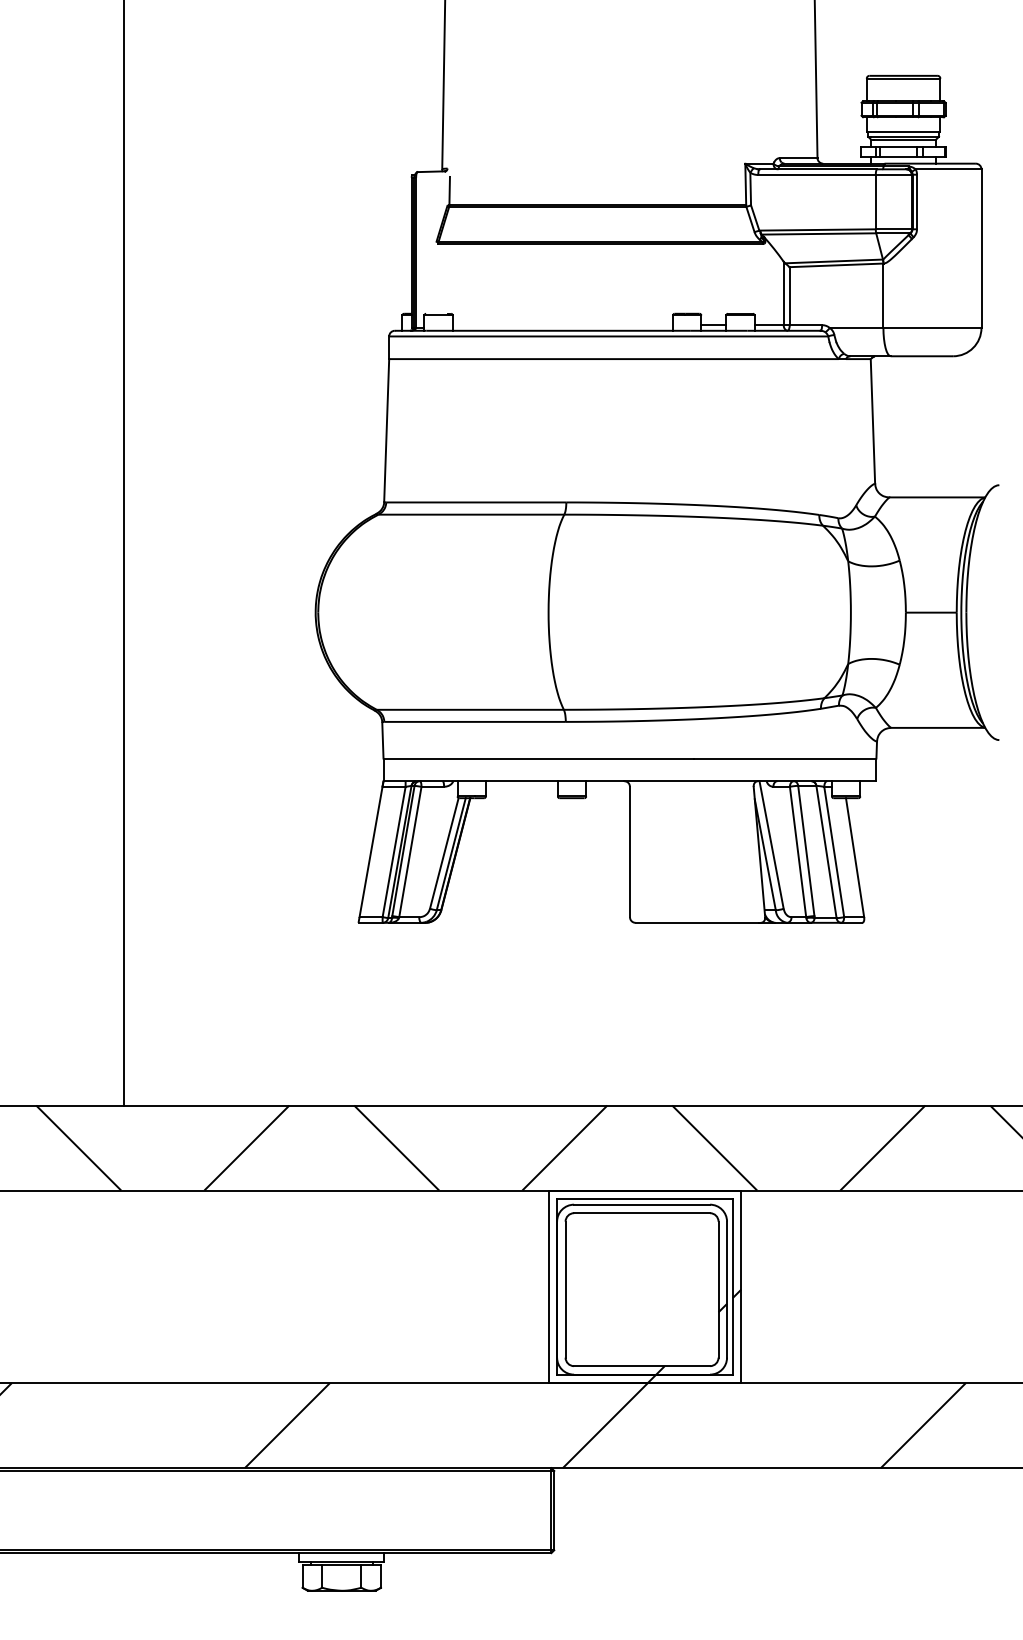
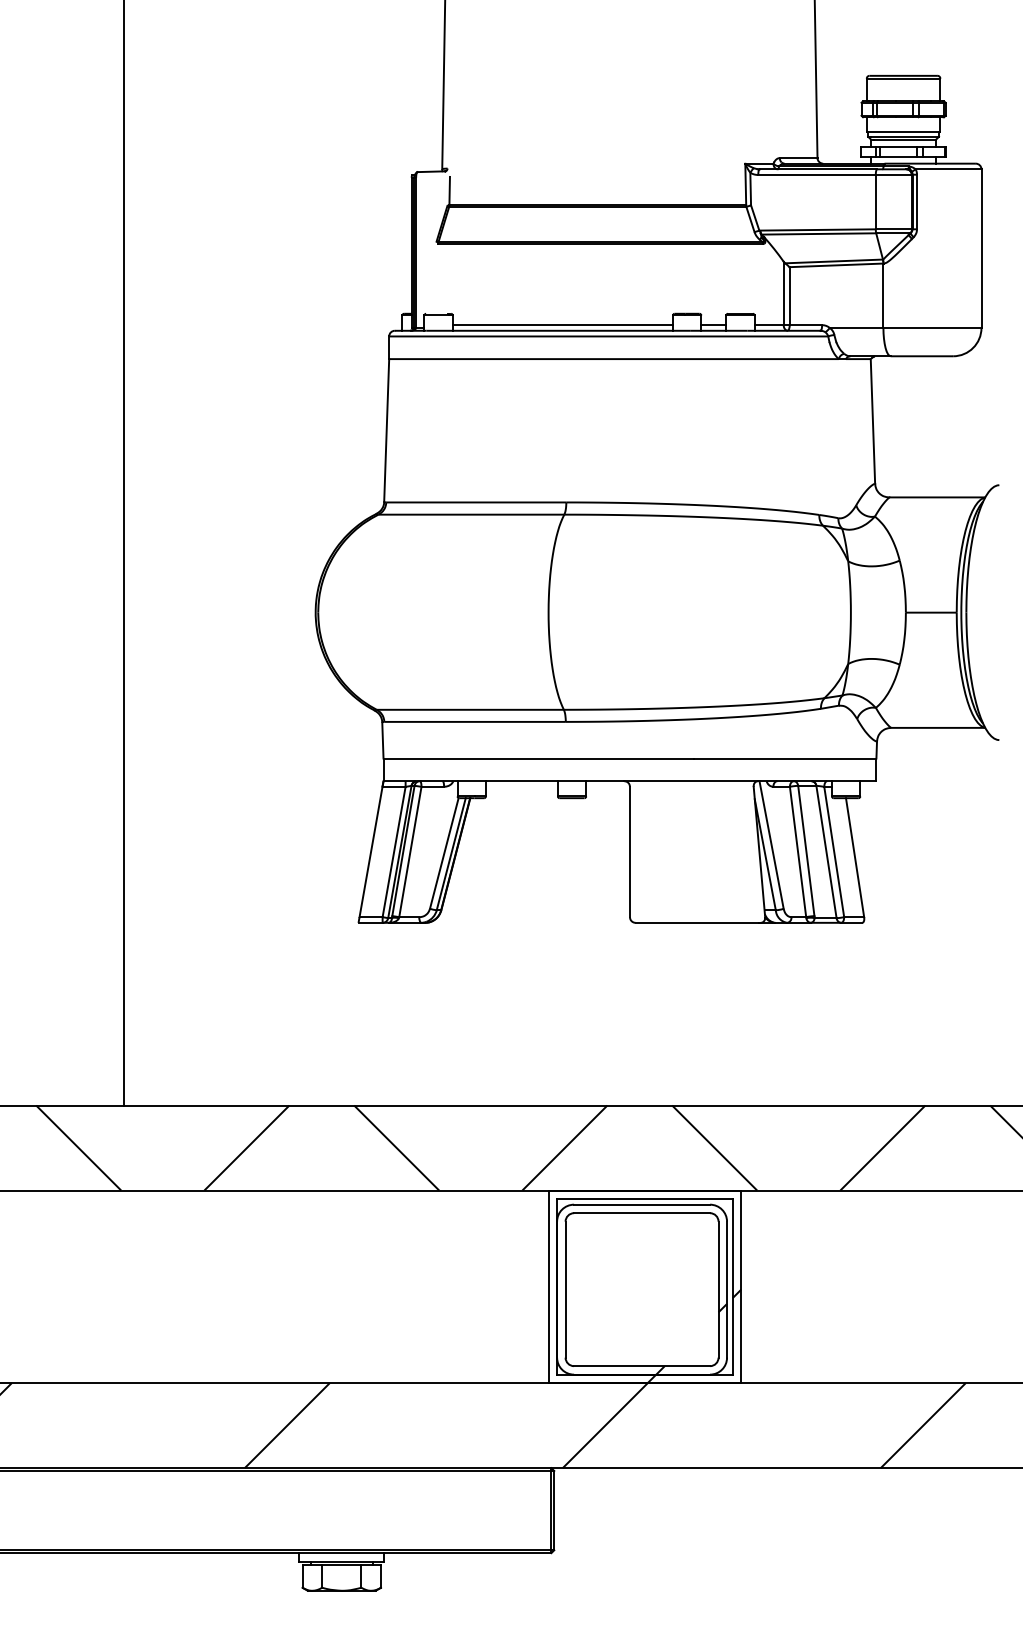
line at (562, 325): none -> present
